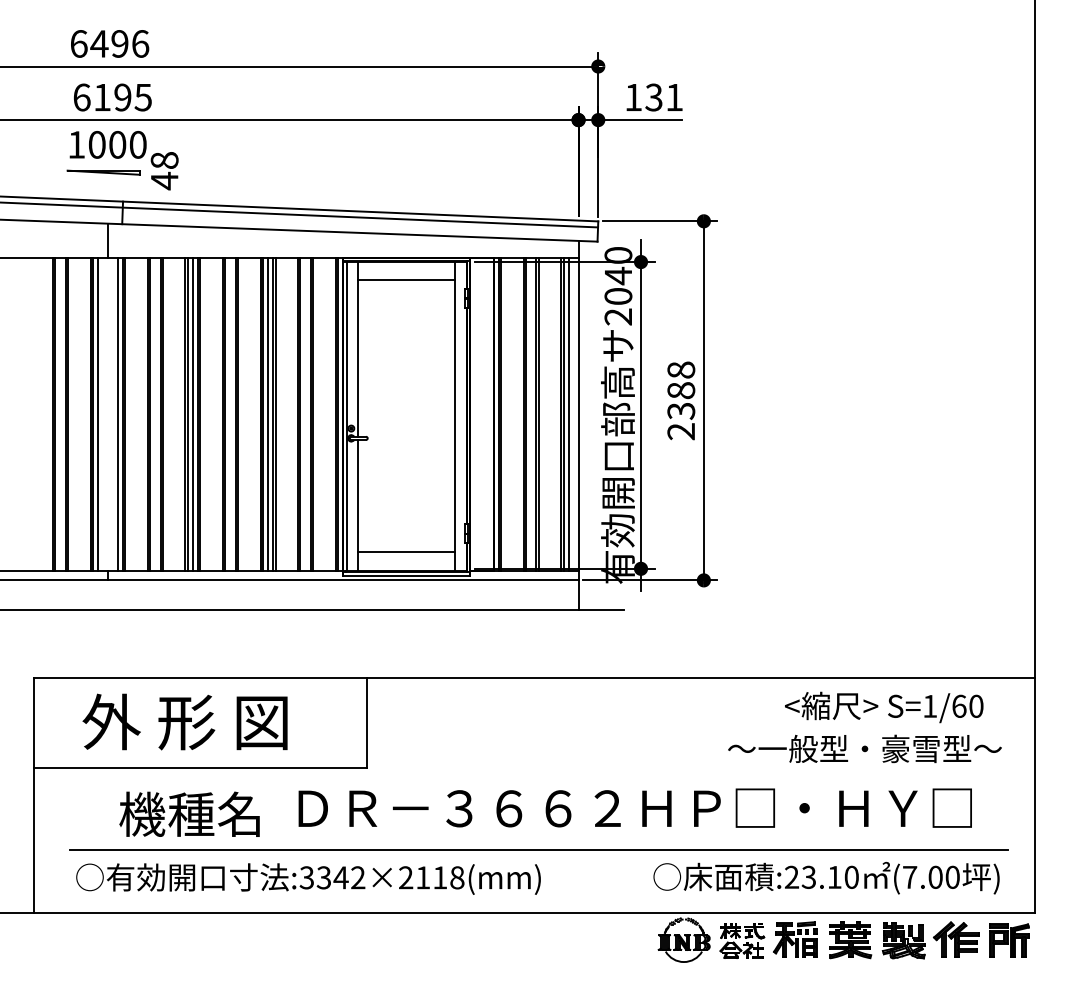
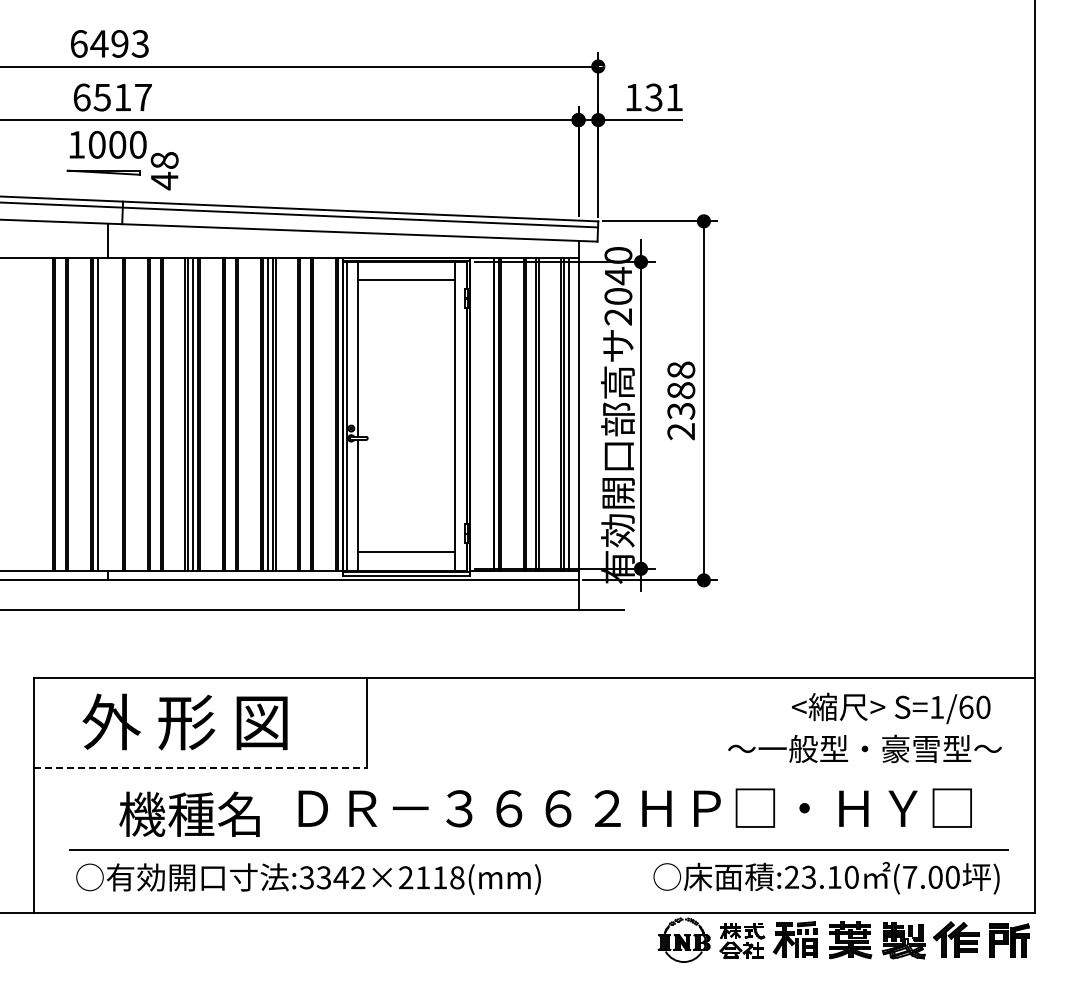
text at (140, 43): 6496 -> 6493
text at (122, 97): 6195 -> 6517
line at (117, 414): present -> none
text at (884, 707) position: (884, 707) -> (891, 708)
line at (200, 768): solid -> dashed
